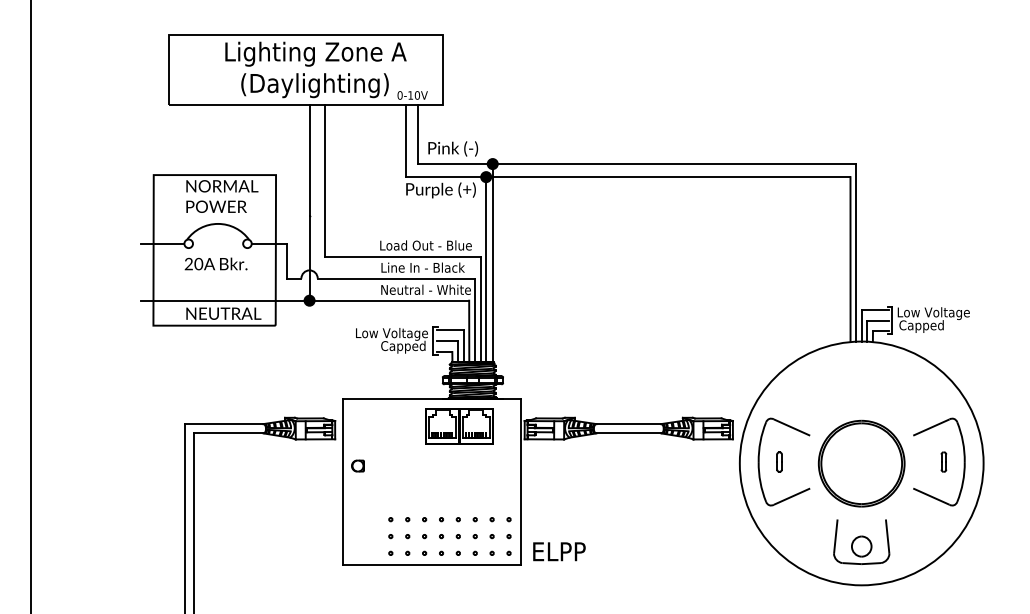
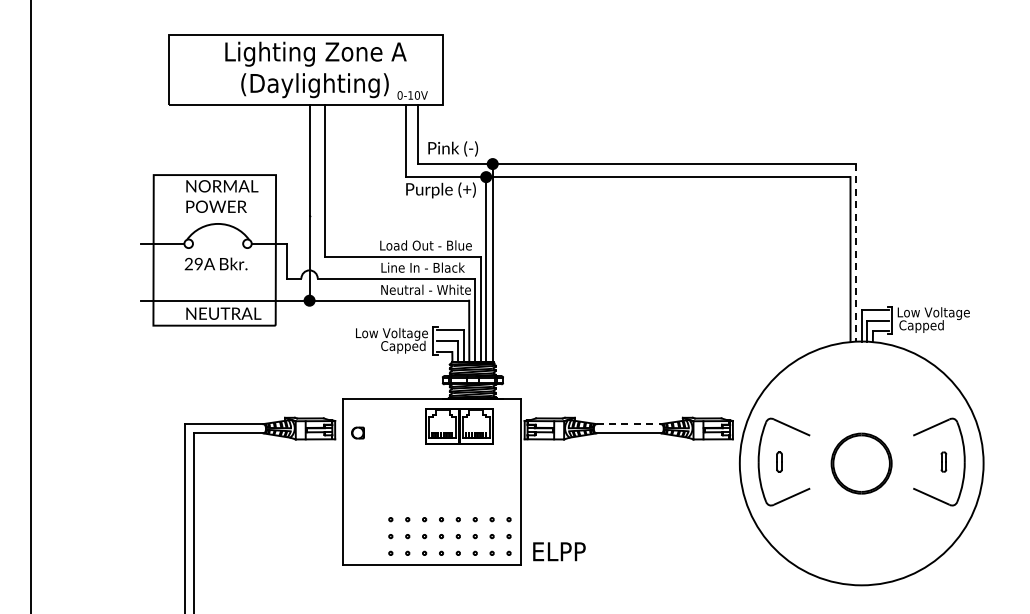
line at (856, 252): solid -> dashed
text at (198, 264): 20A -> 29A
line at (629, 424): solid -> dashed
part at (861, 463) size: 89x89 px -> 63x63 px
part at (357, 465) position: (357, 465) -> (357, 432)
part at (861, 541): present -> none
